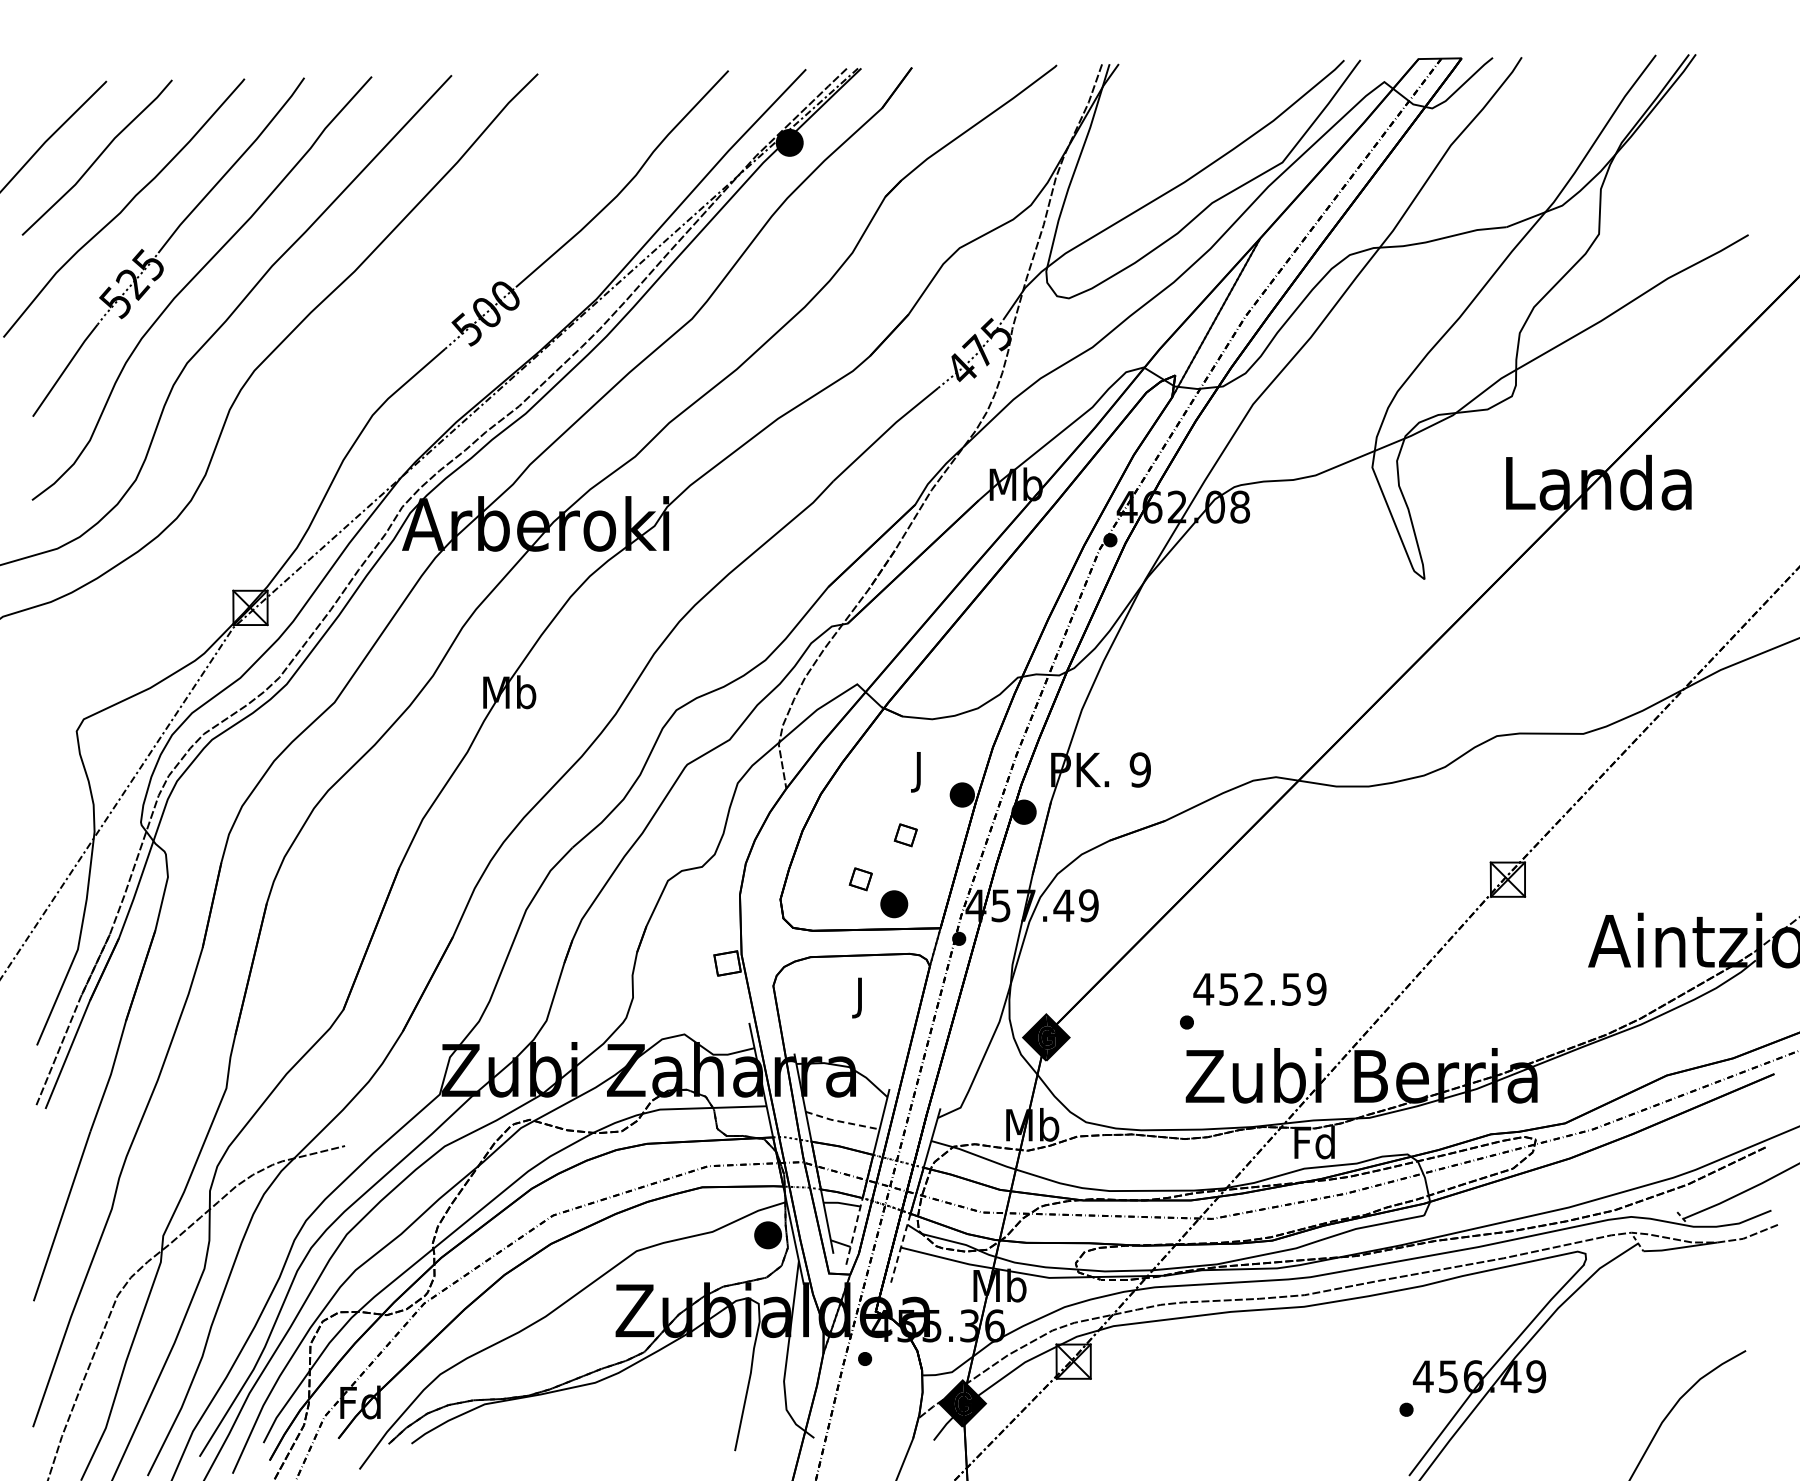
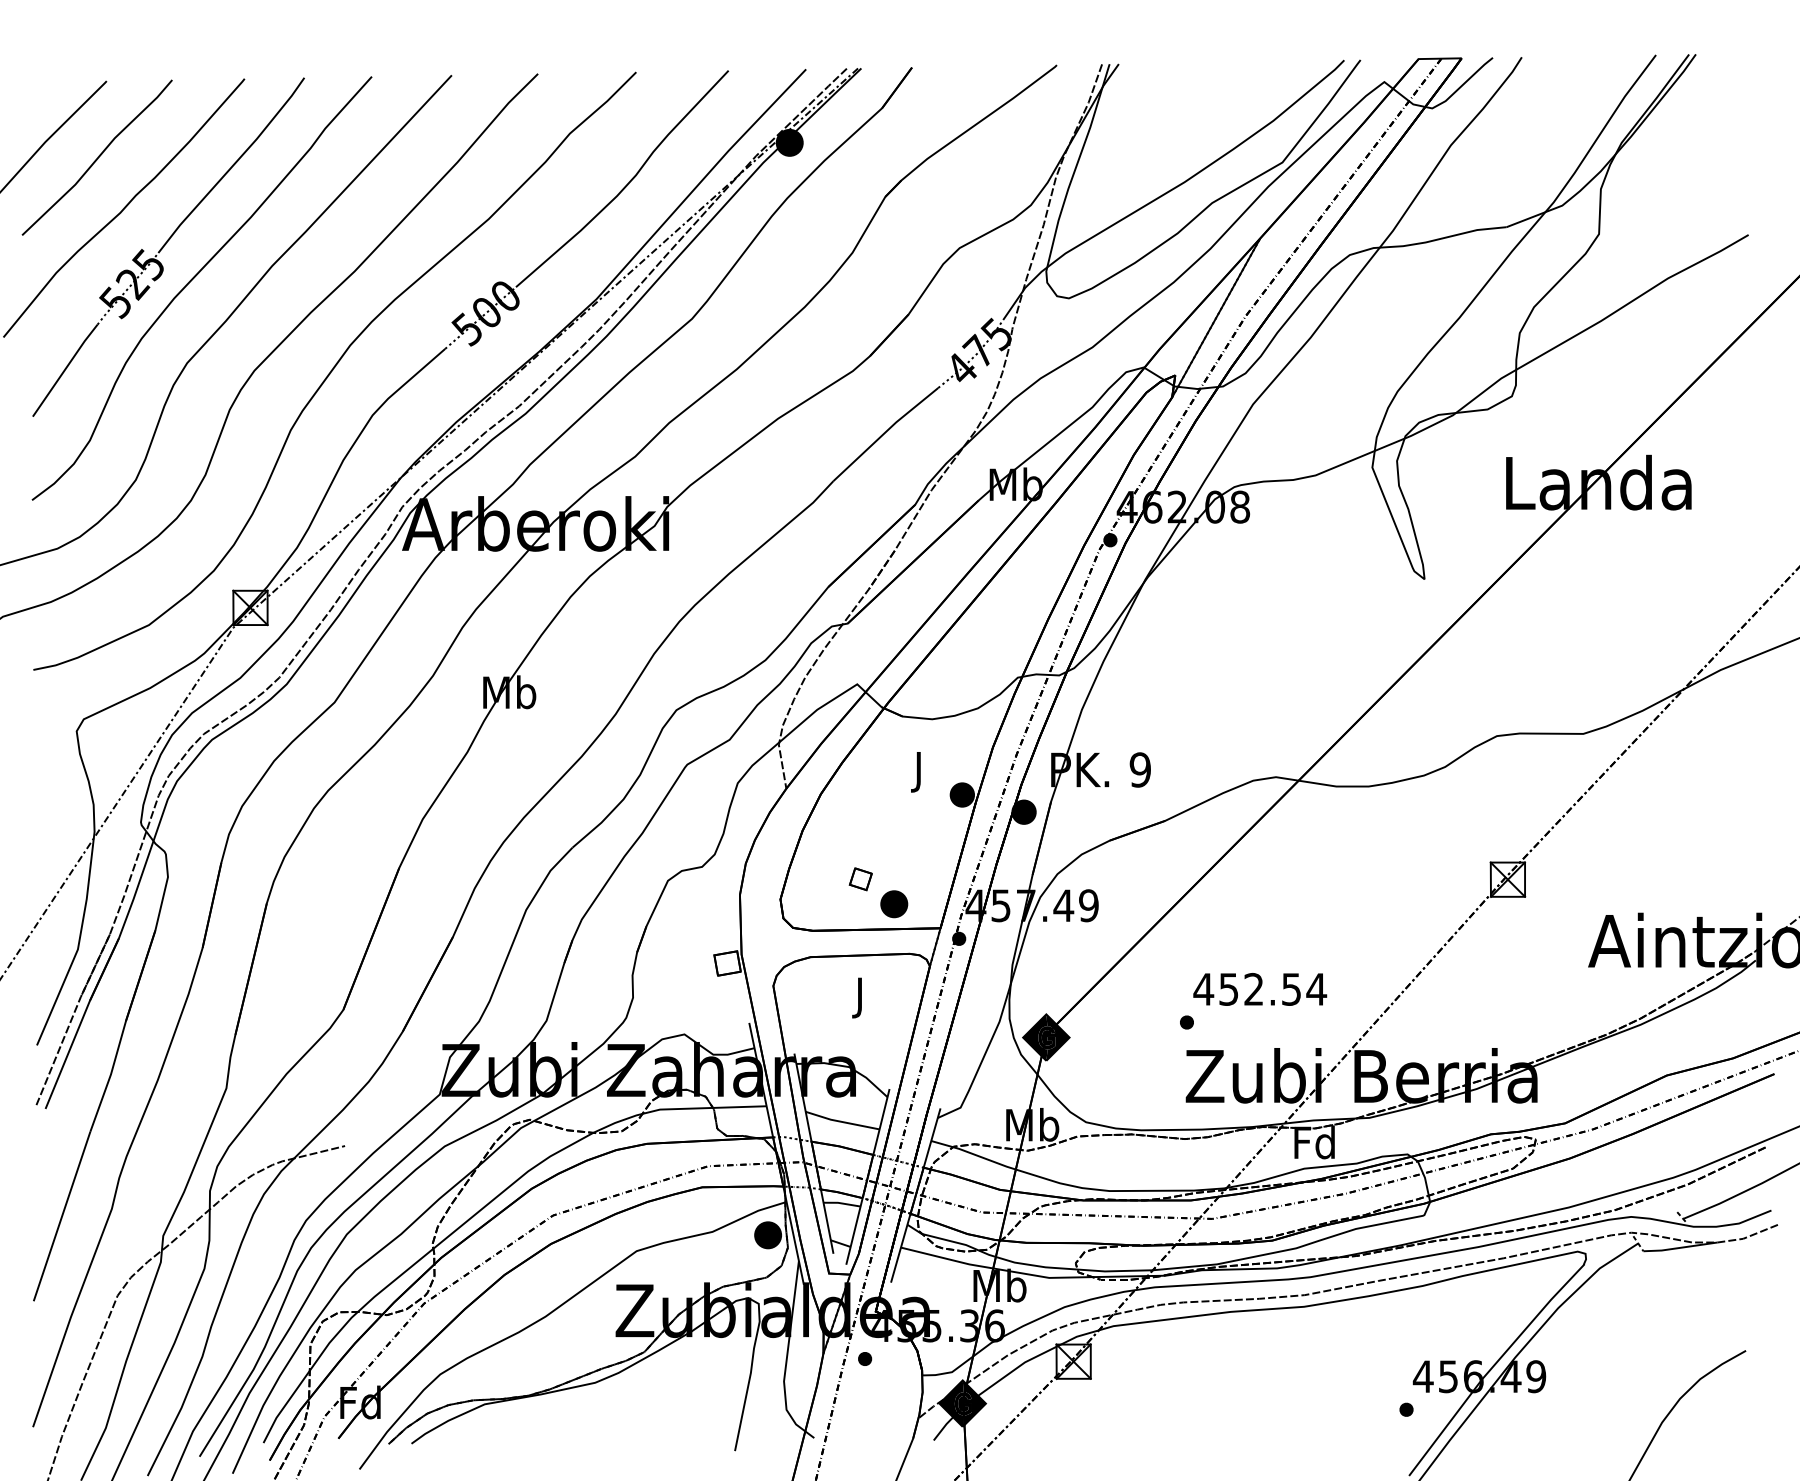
curve at (333, 370): none -> present
part at (905, 835): present -> none
text at (1316, 988): 452.59 -> 452.54
line at (841, 1121): dashed -> solid
line at (854, 1230): dashed -> solid
line at (900, 1248): dashed -> solid
